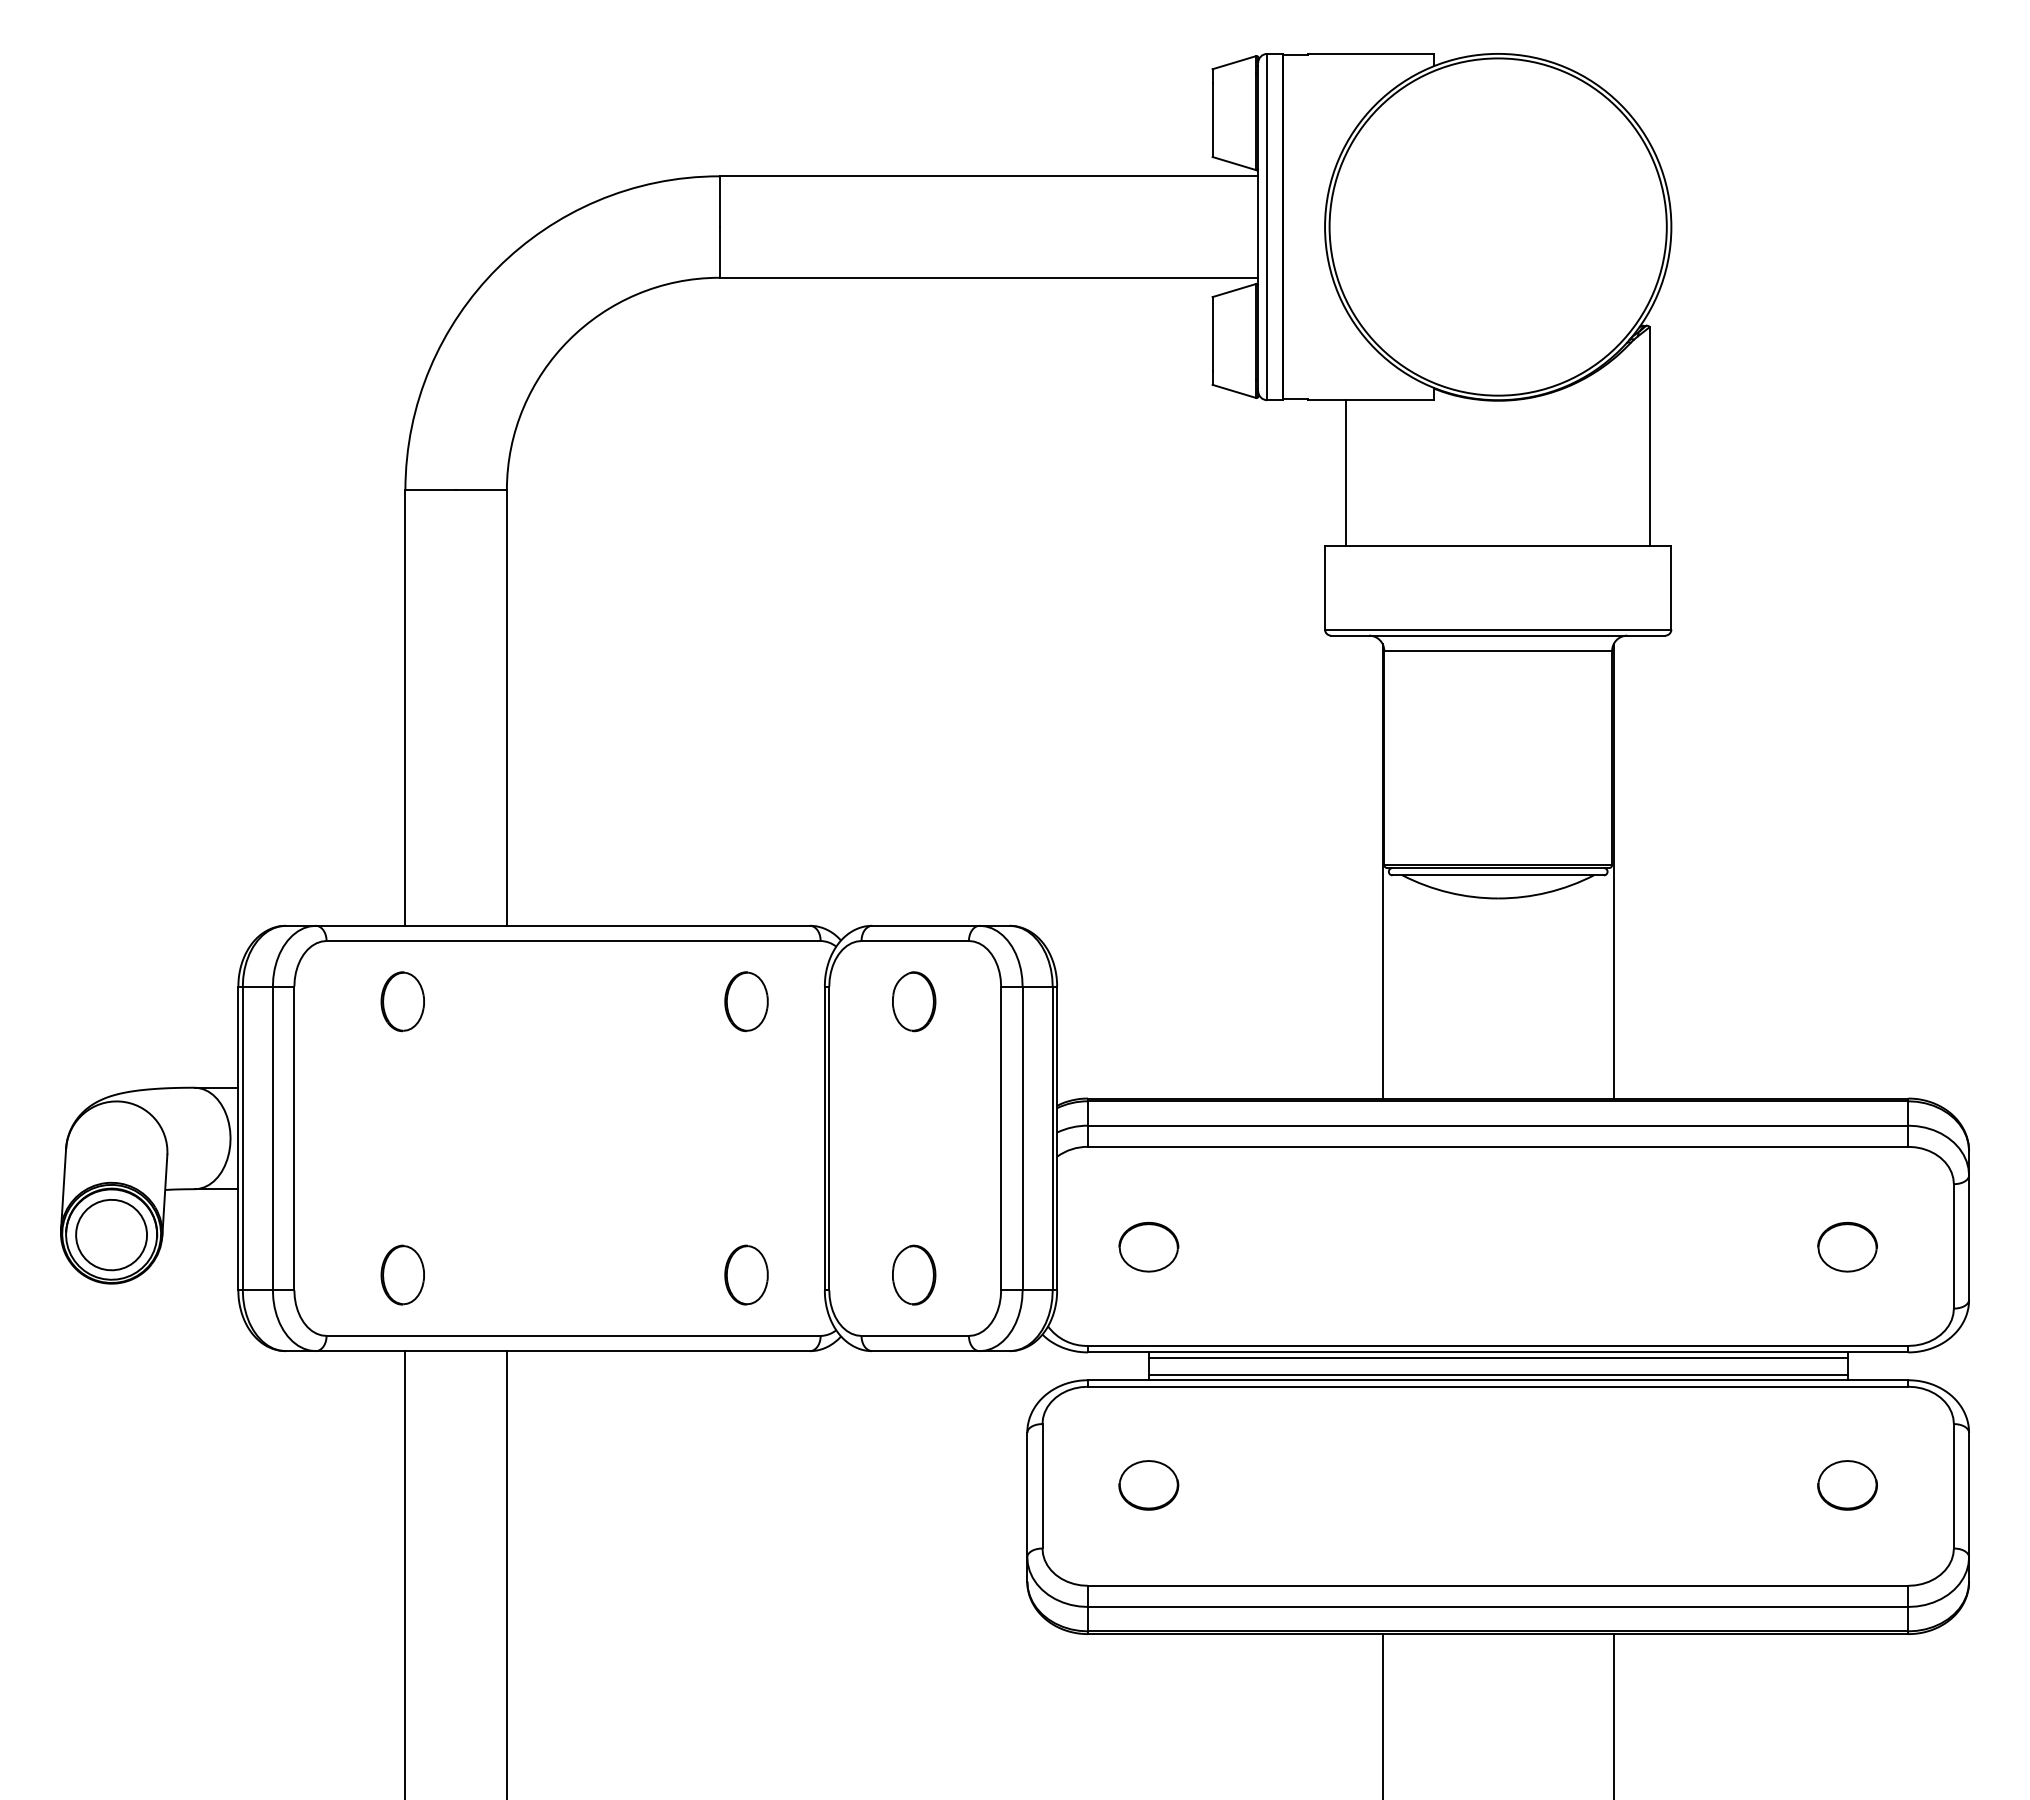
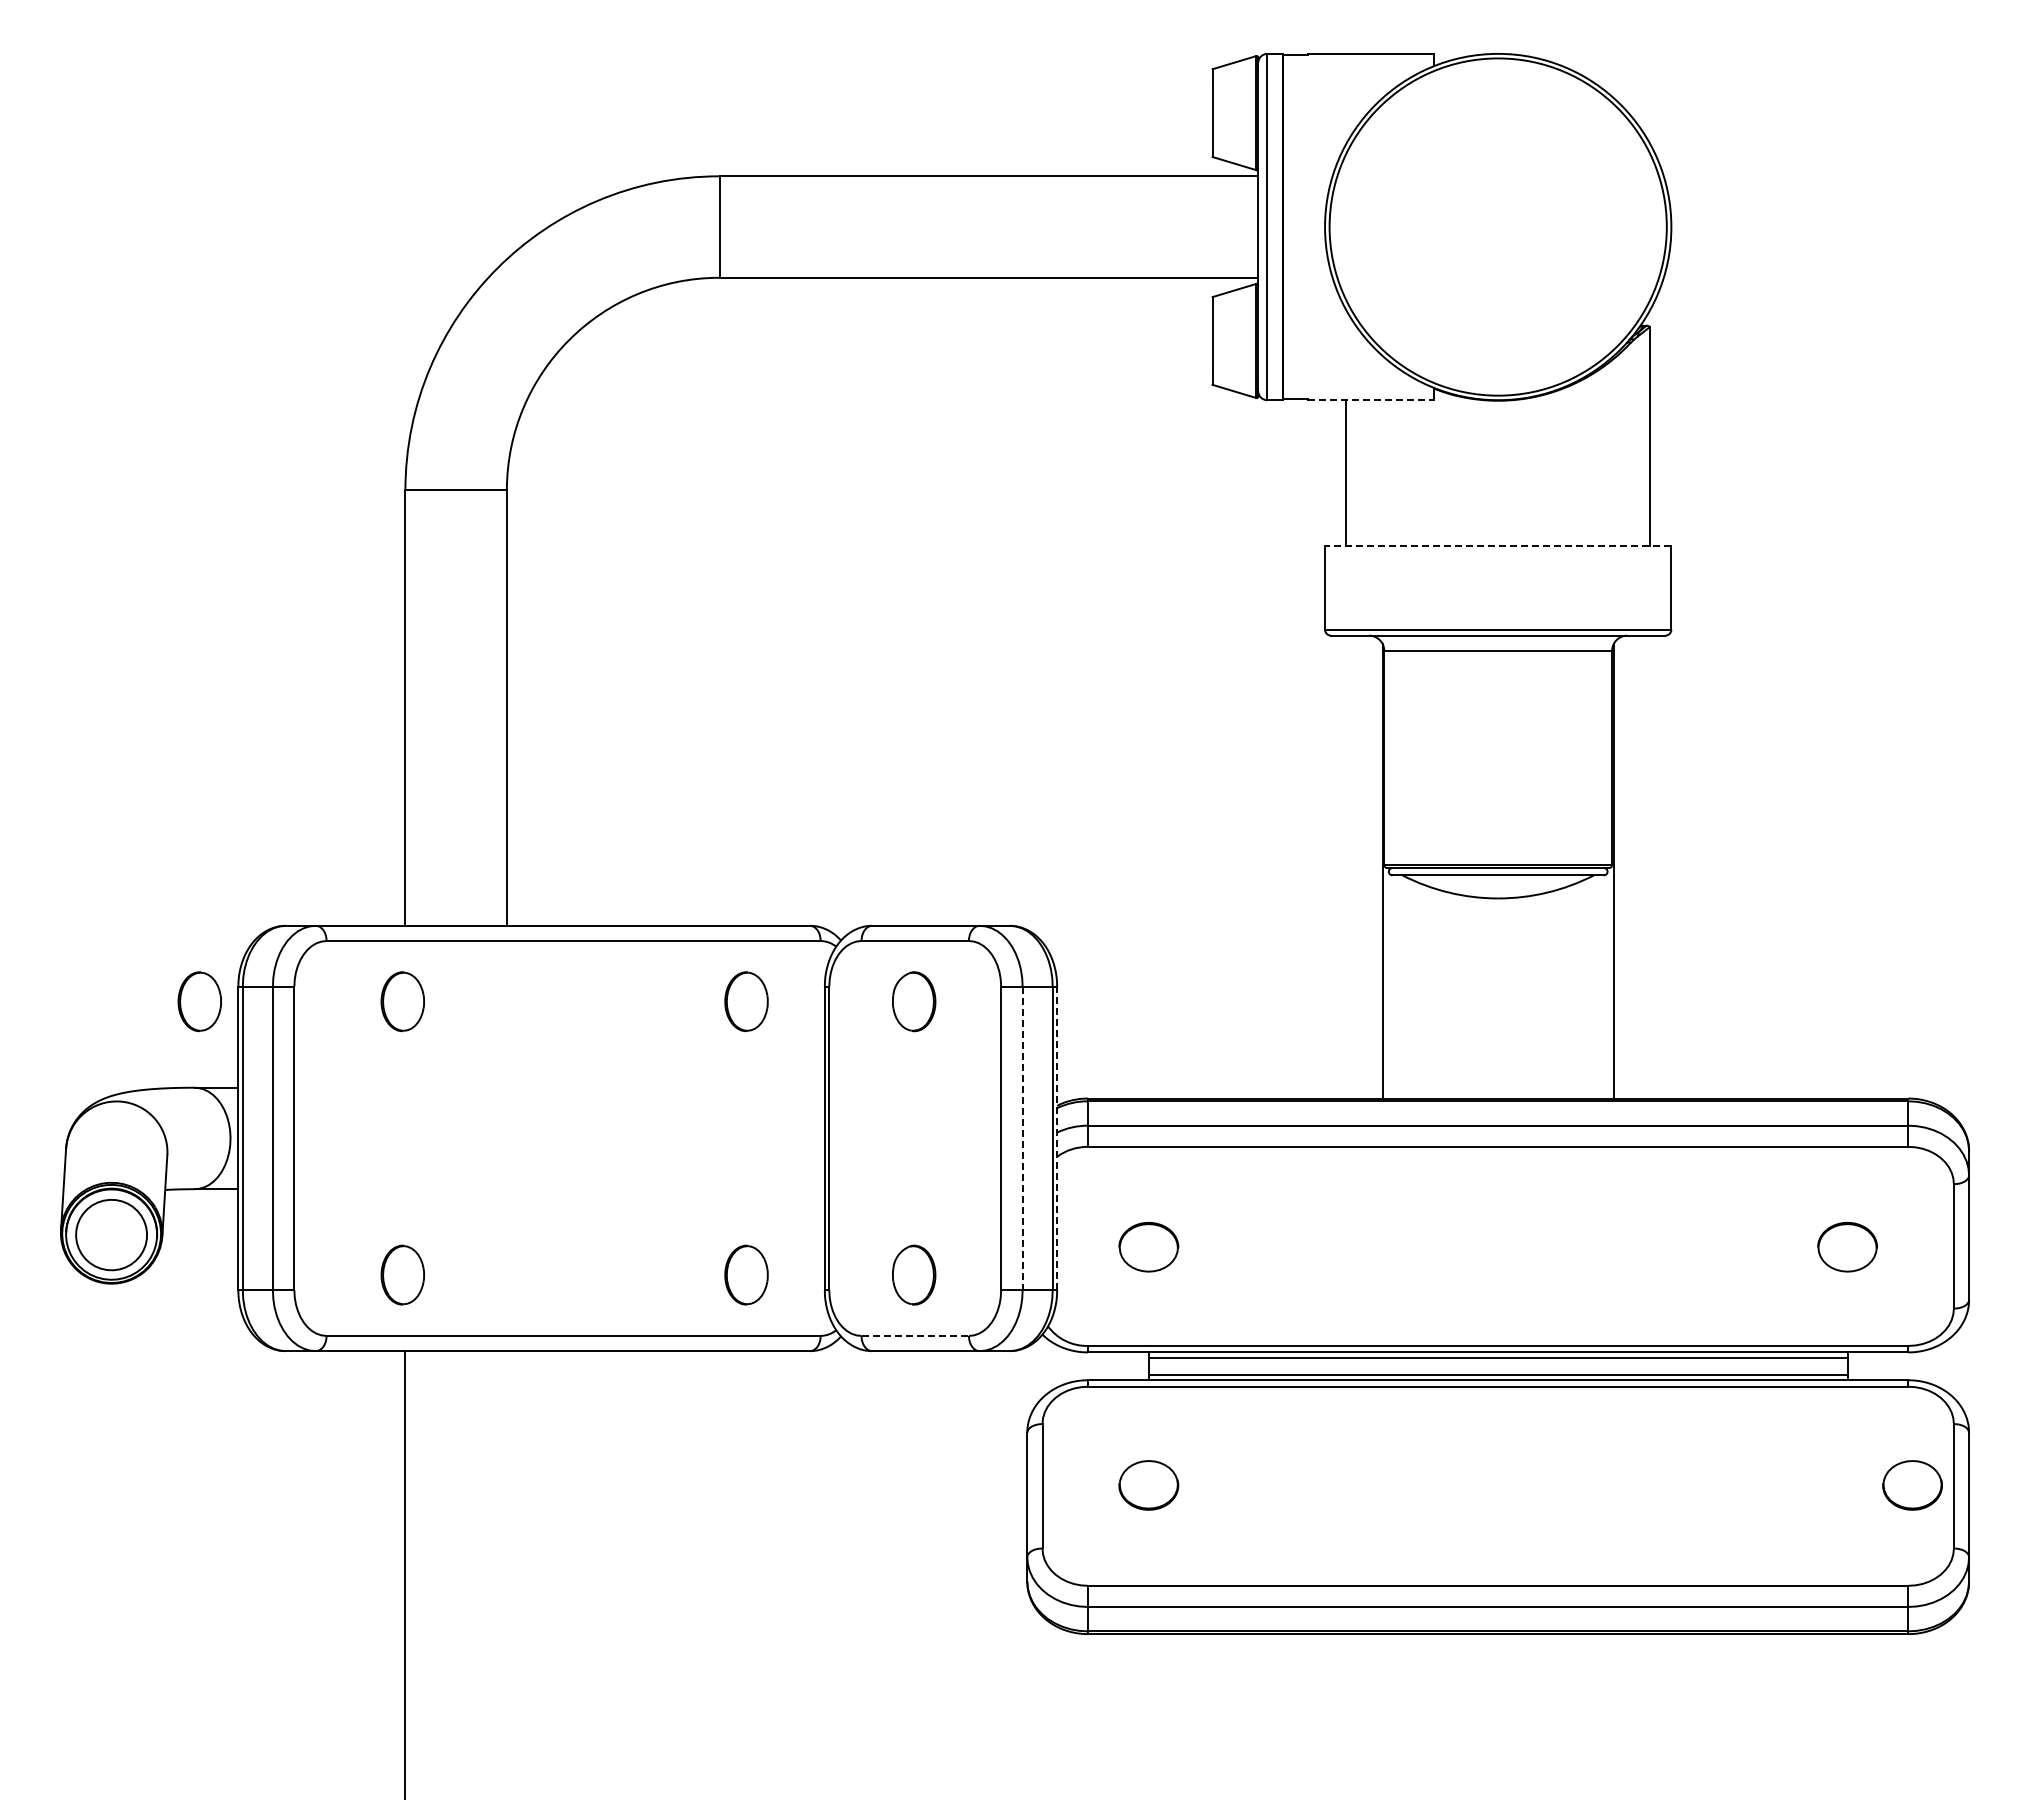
line at (1371, 400): solid -> dashed
line at (1497, 546): solid -> dashed
part at (199, 1001): none -> present
line at (1022, 1138): solid -> dashed
line at (1057, 1138): solid -> dashed
line at (915, 1335): solid -> dashed
part at (1847, 1485) position: (1847, 1485) -> (1912, 1485)
line at (506, 1573): present -> none
line at (1382, 1715): present -> none
line at (1613, 1715): present -> none
